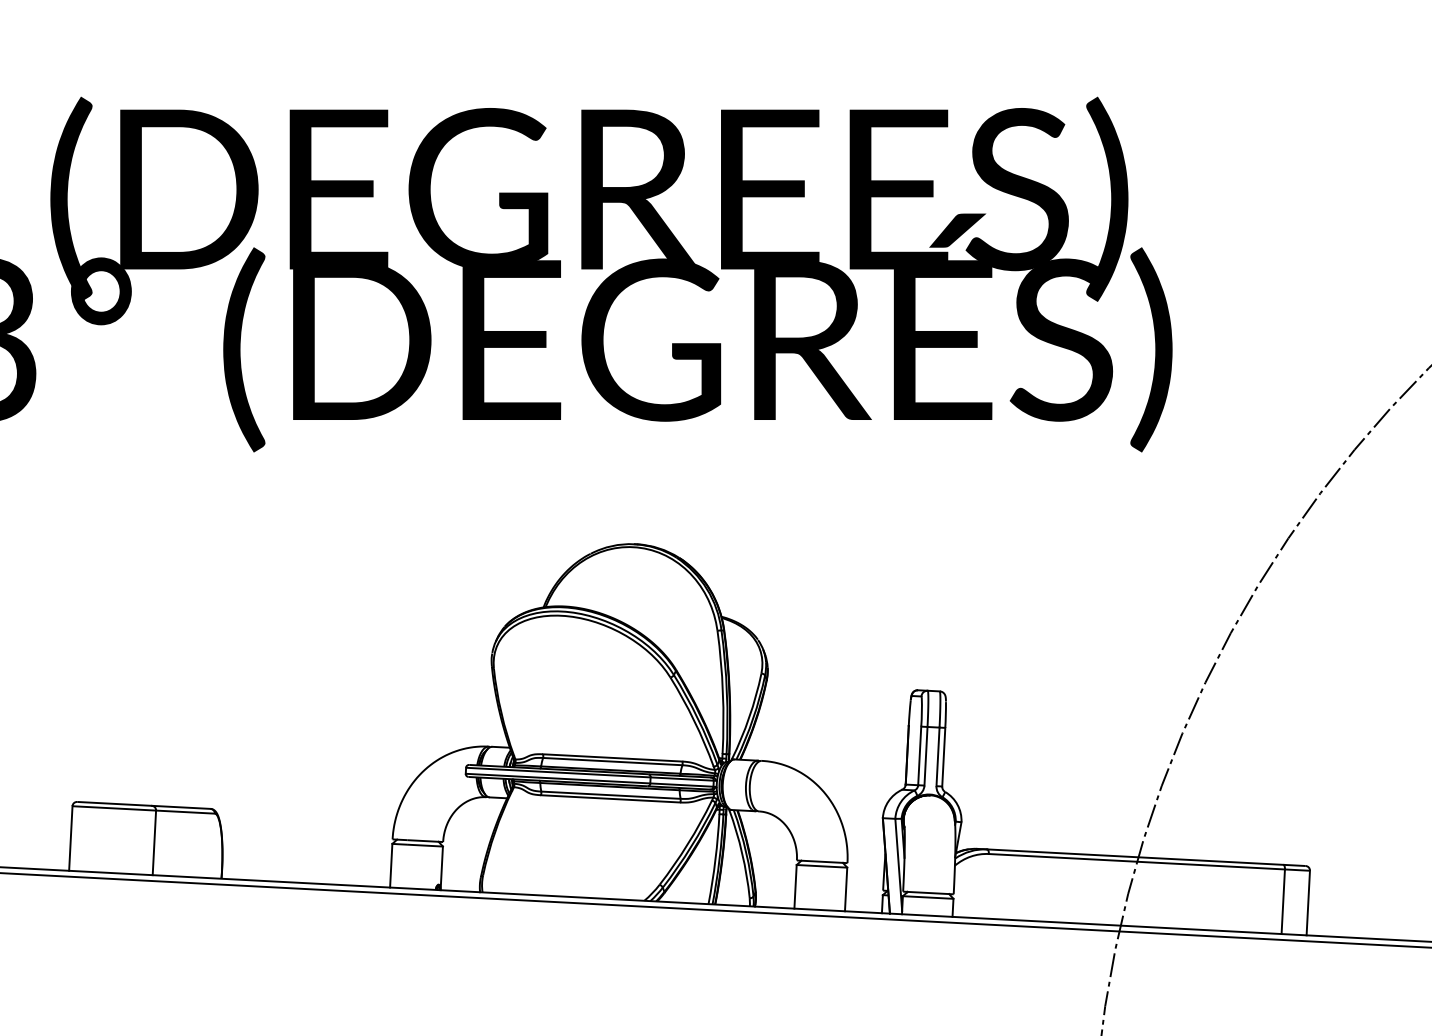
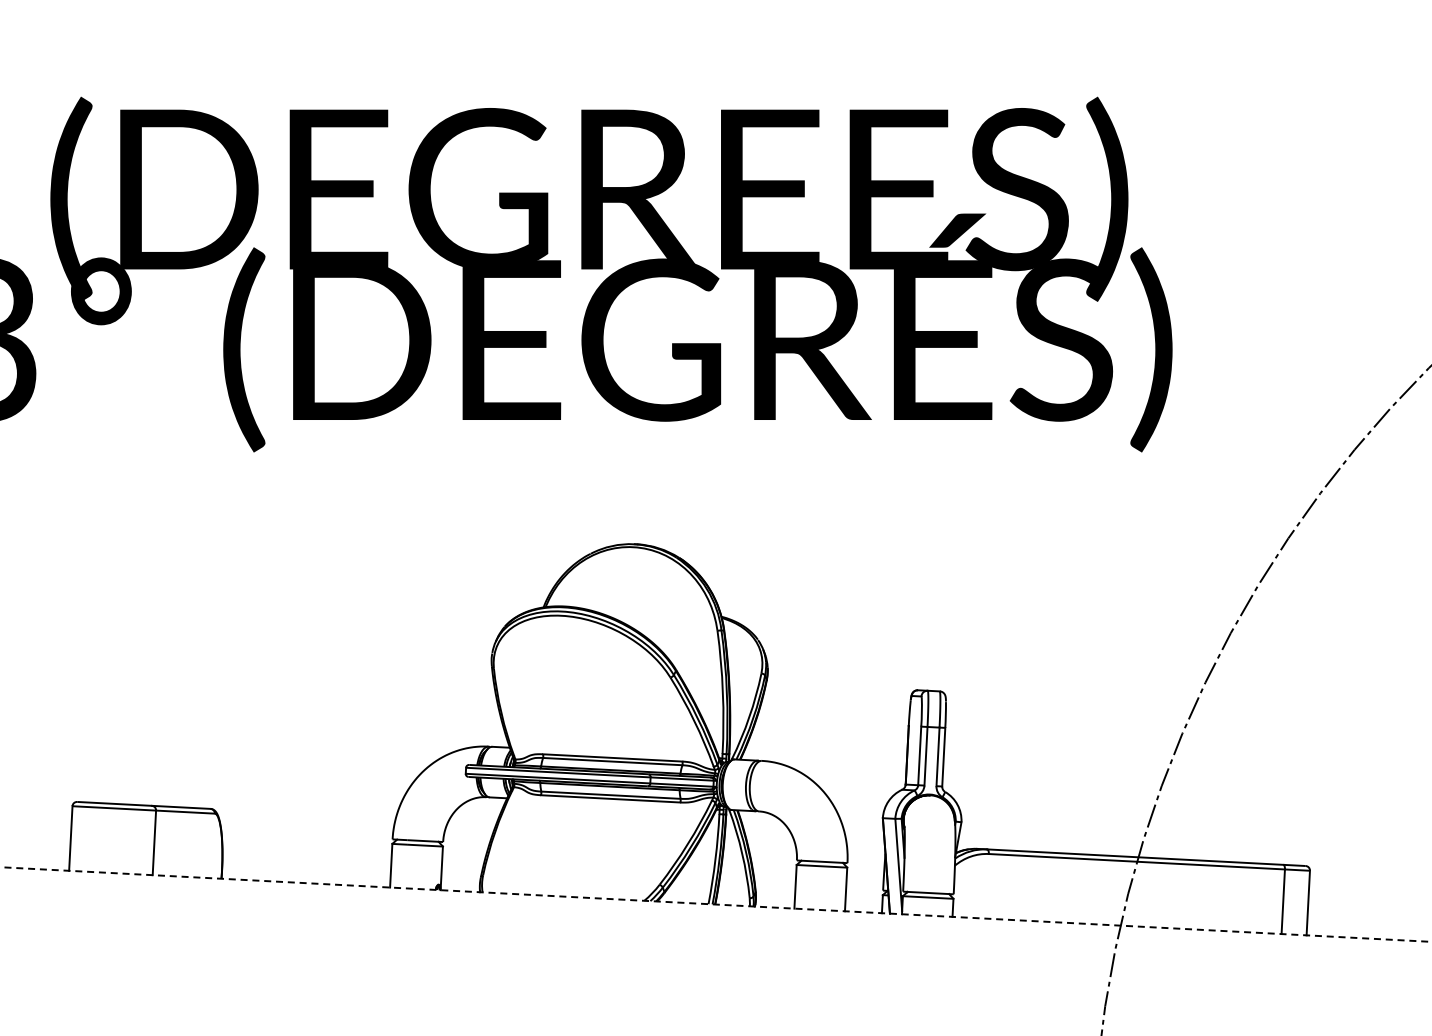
line at (716, 904): solid -> dashed
line at (715, 910): present -> none
